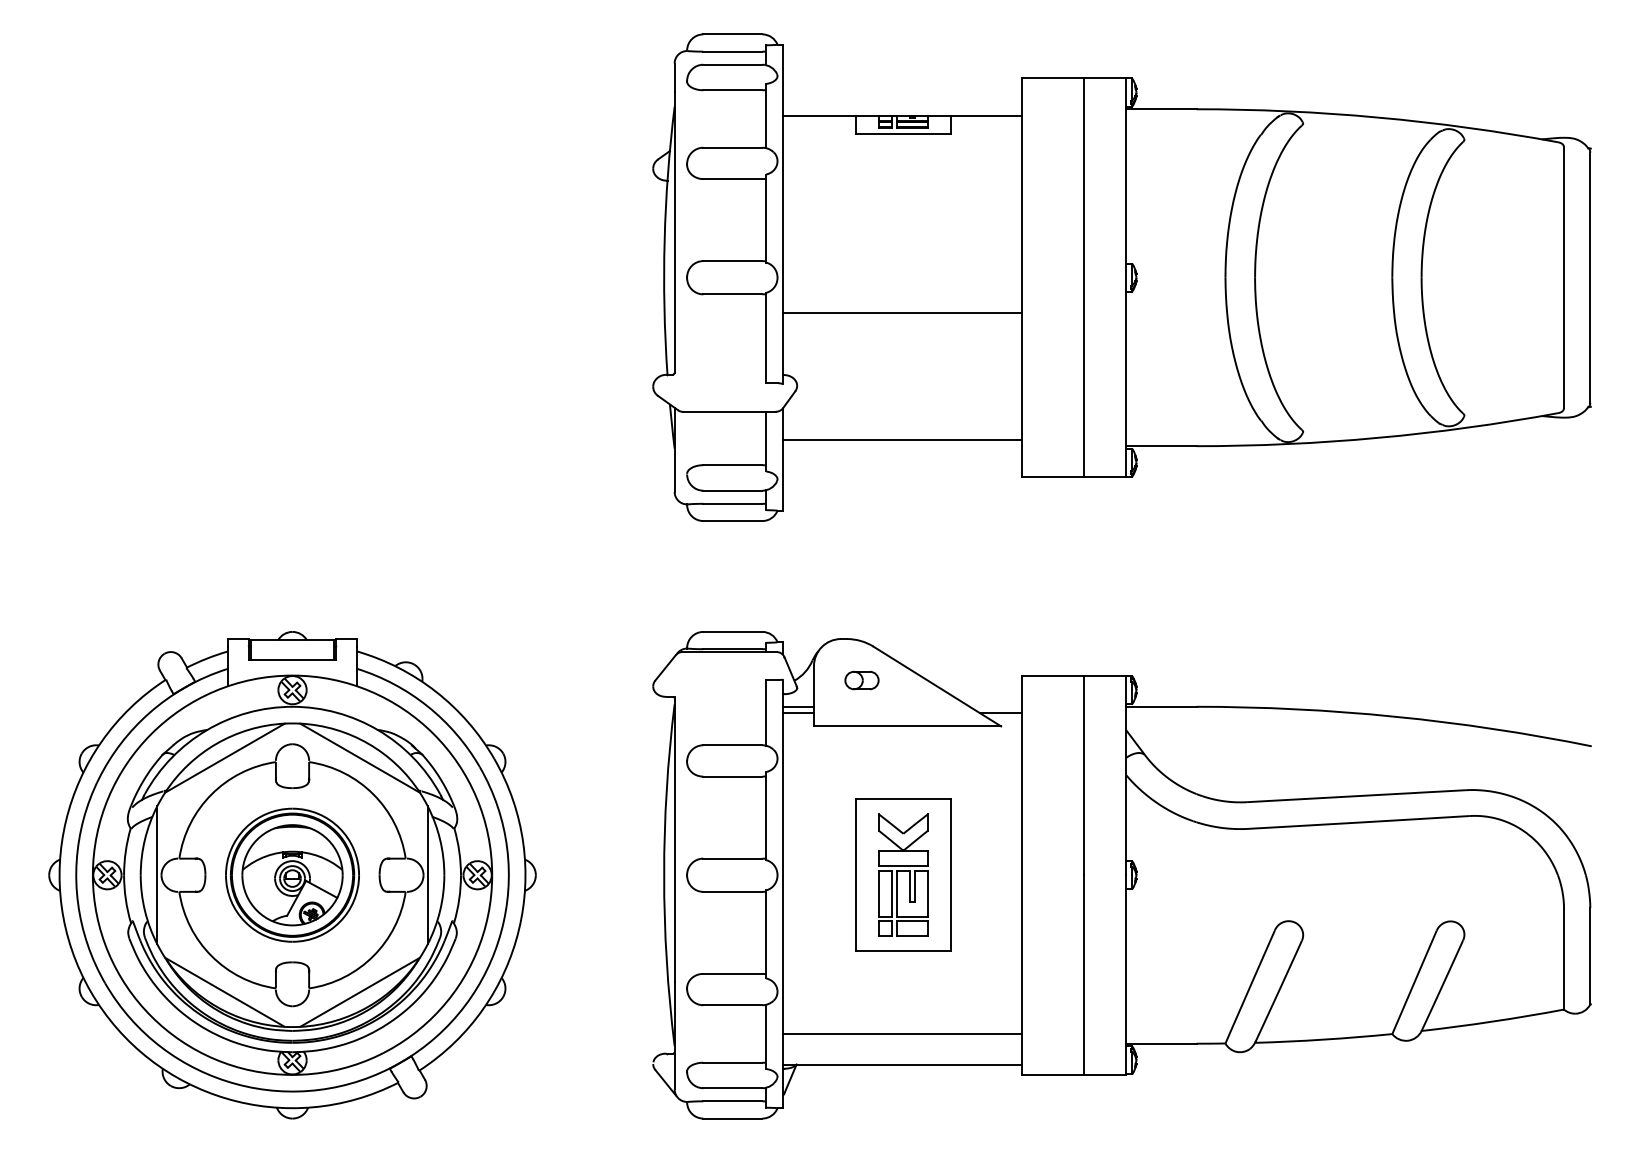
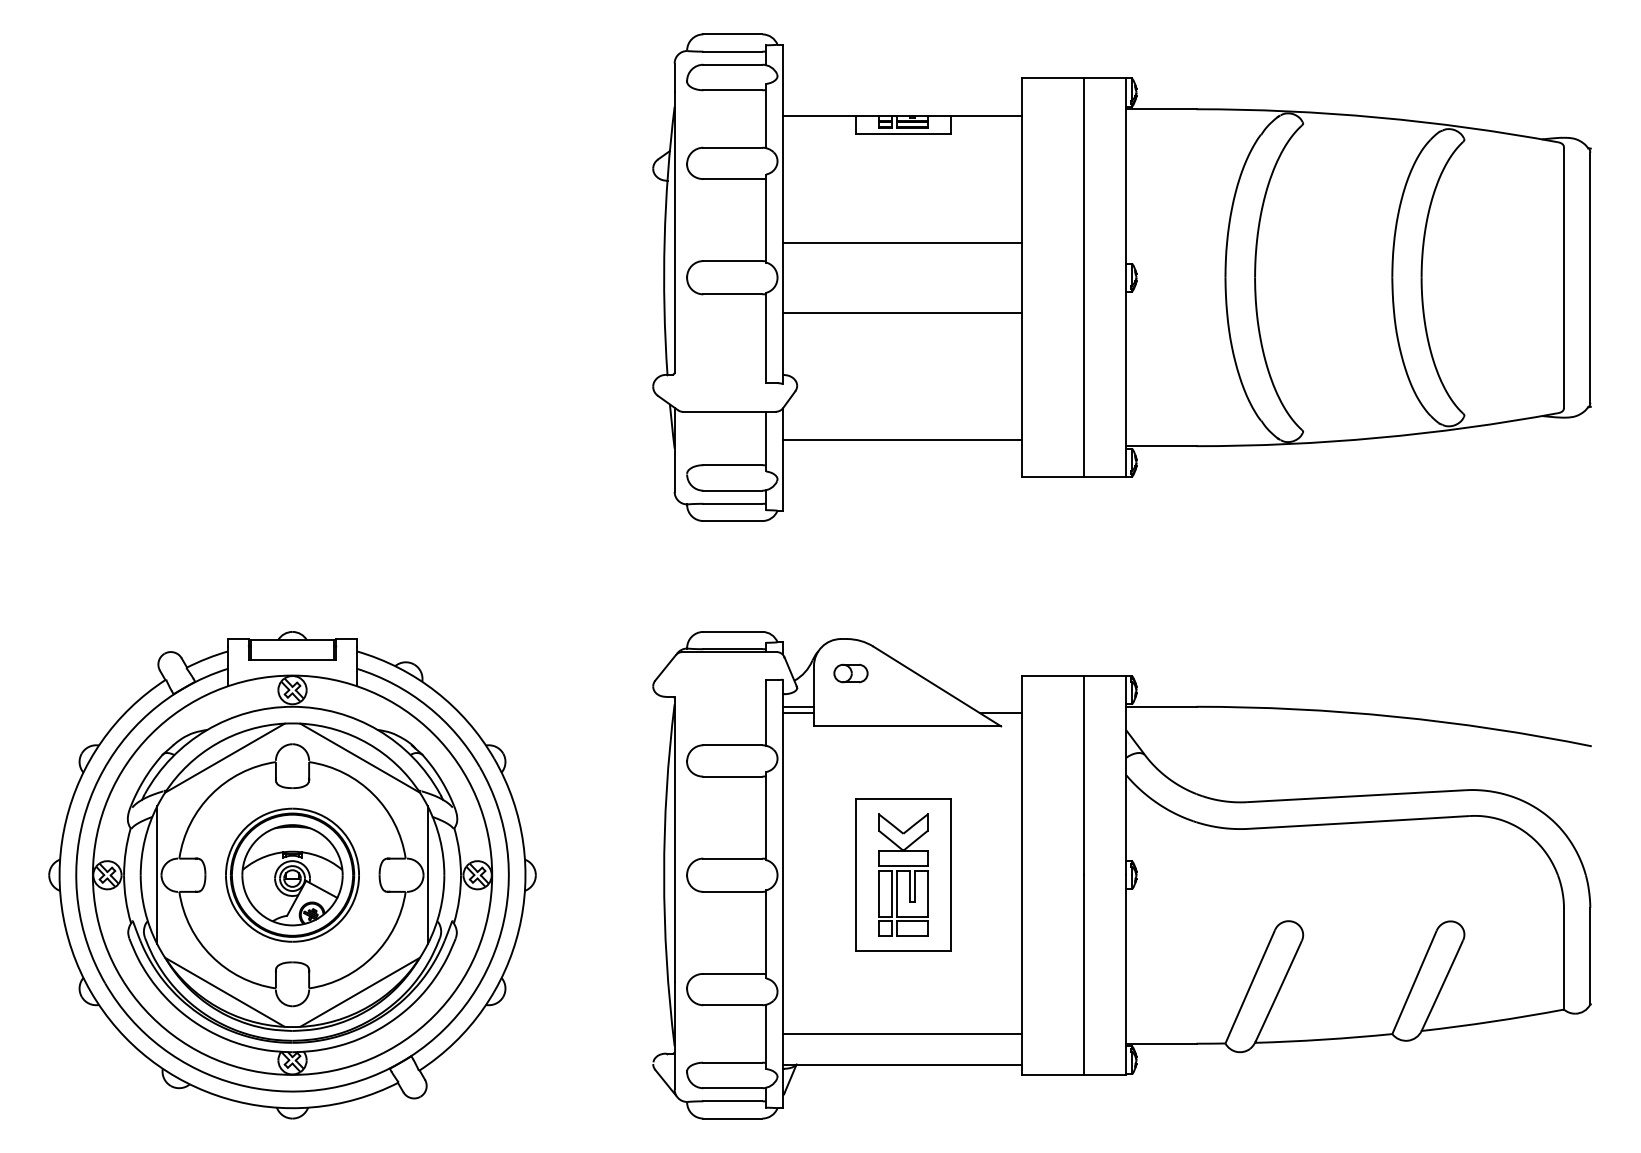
line at (901, 242): none -> present
part at (861, 680) position: (861, 680) -> (850, 673)
